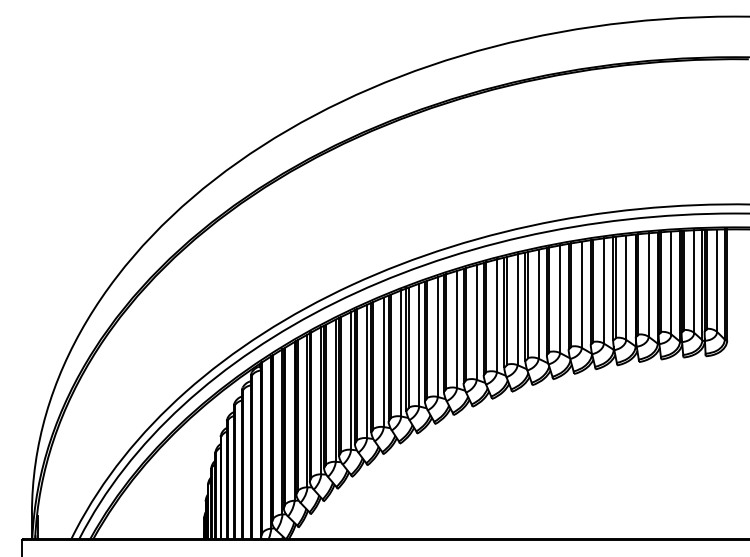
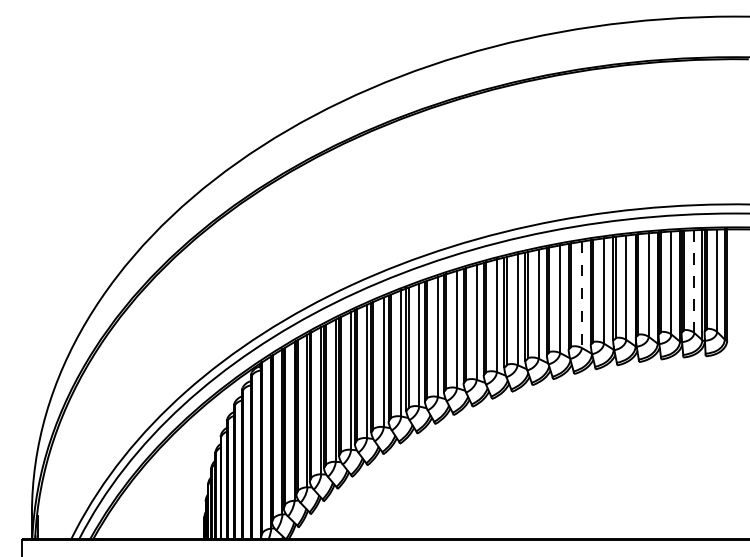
line at (694, 282): solid -> dashed
line at (581, 295): solid -> dashed
